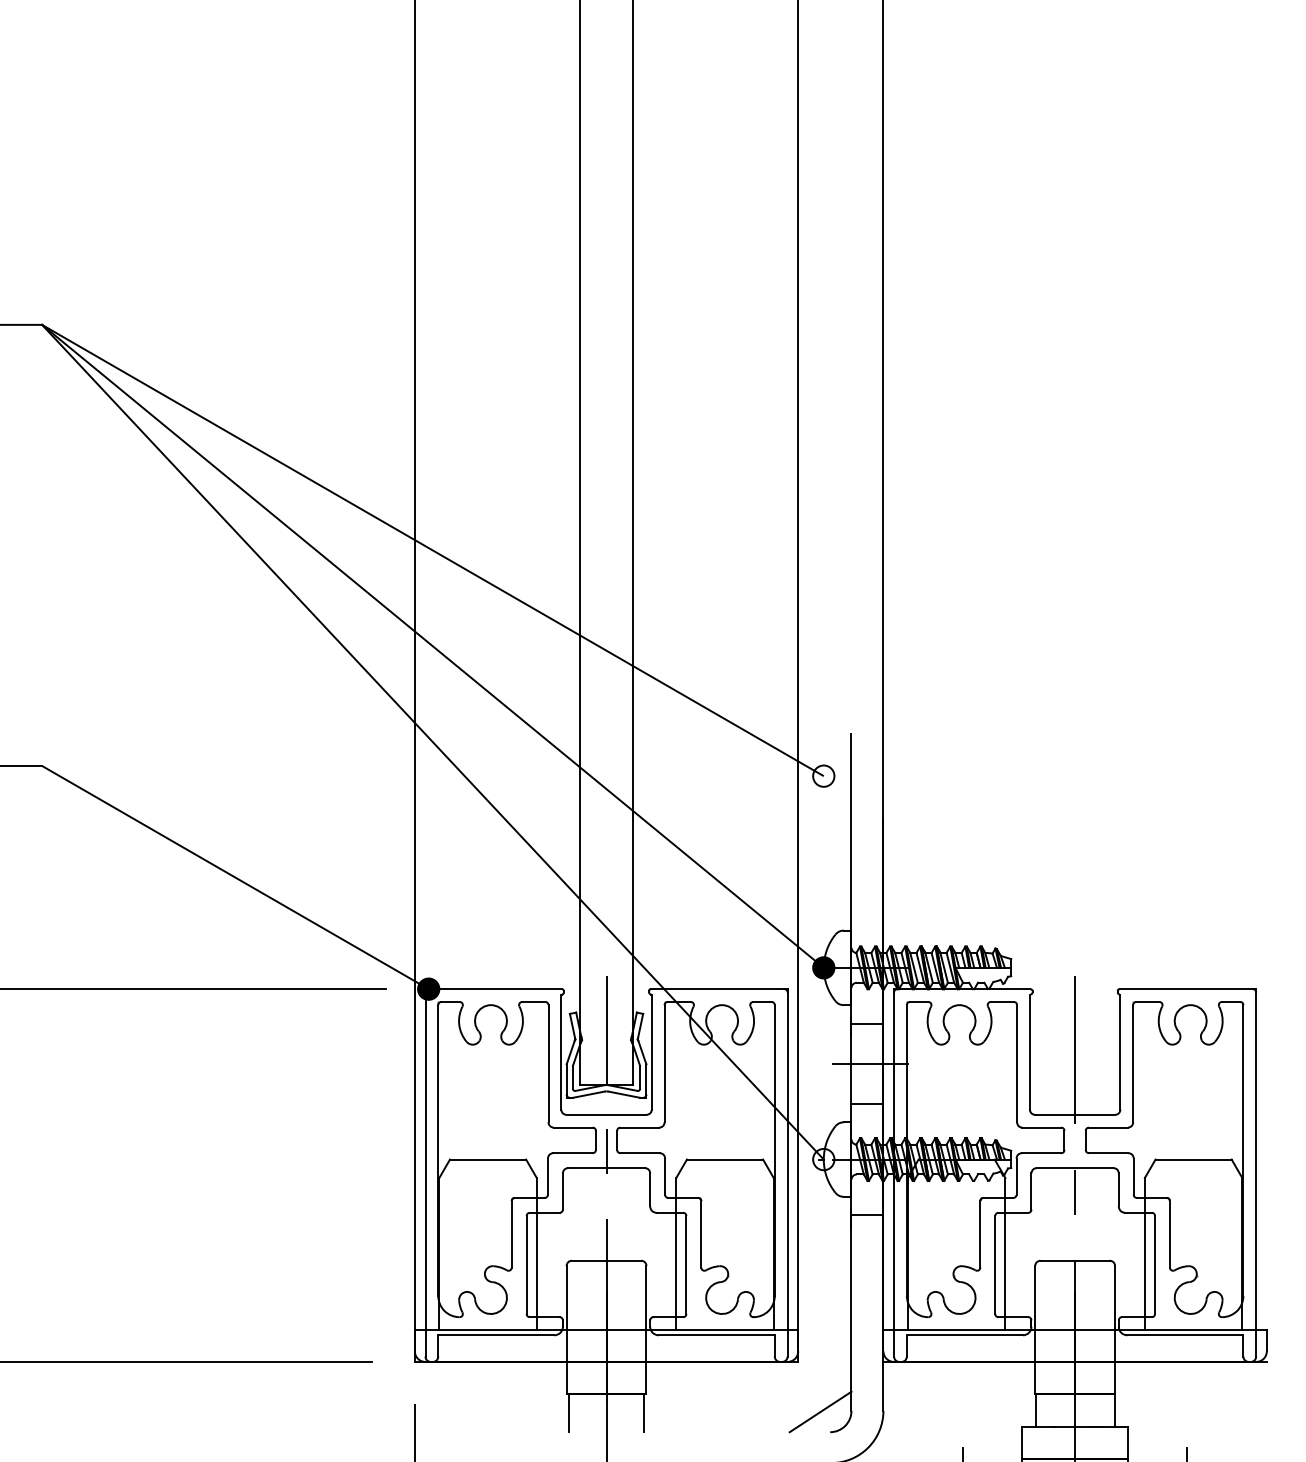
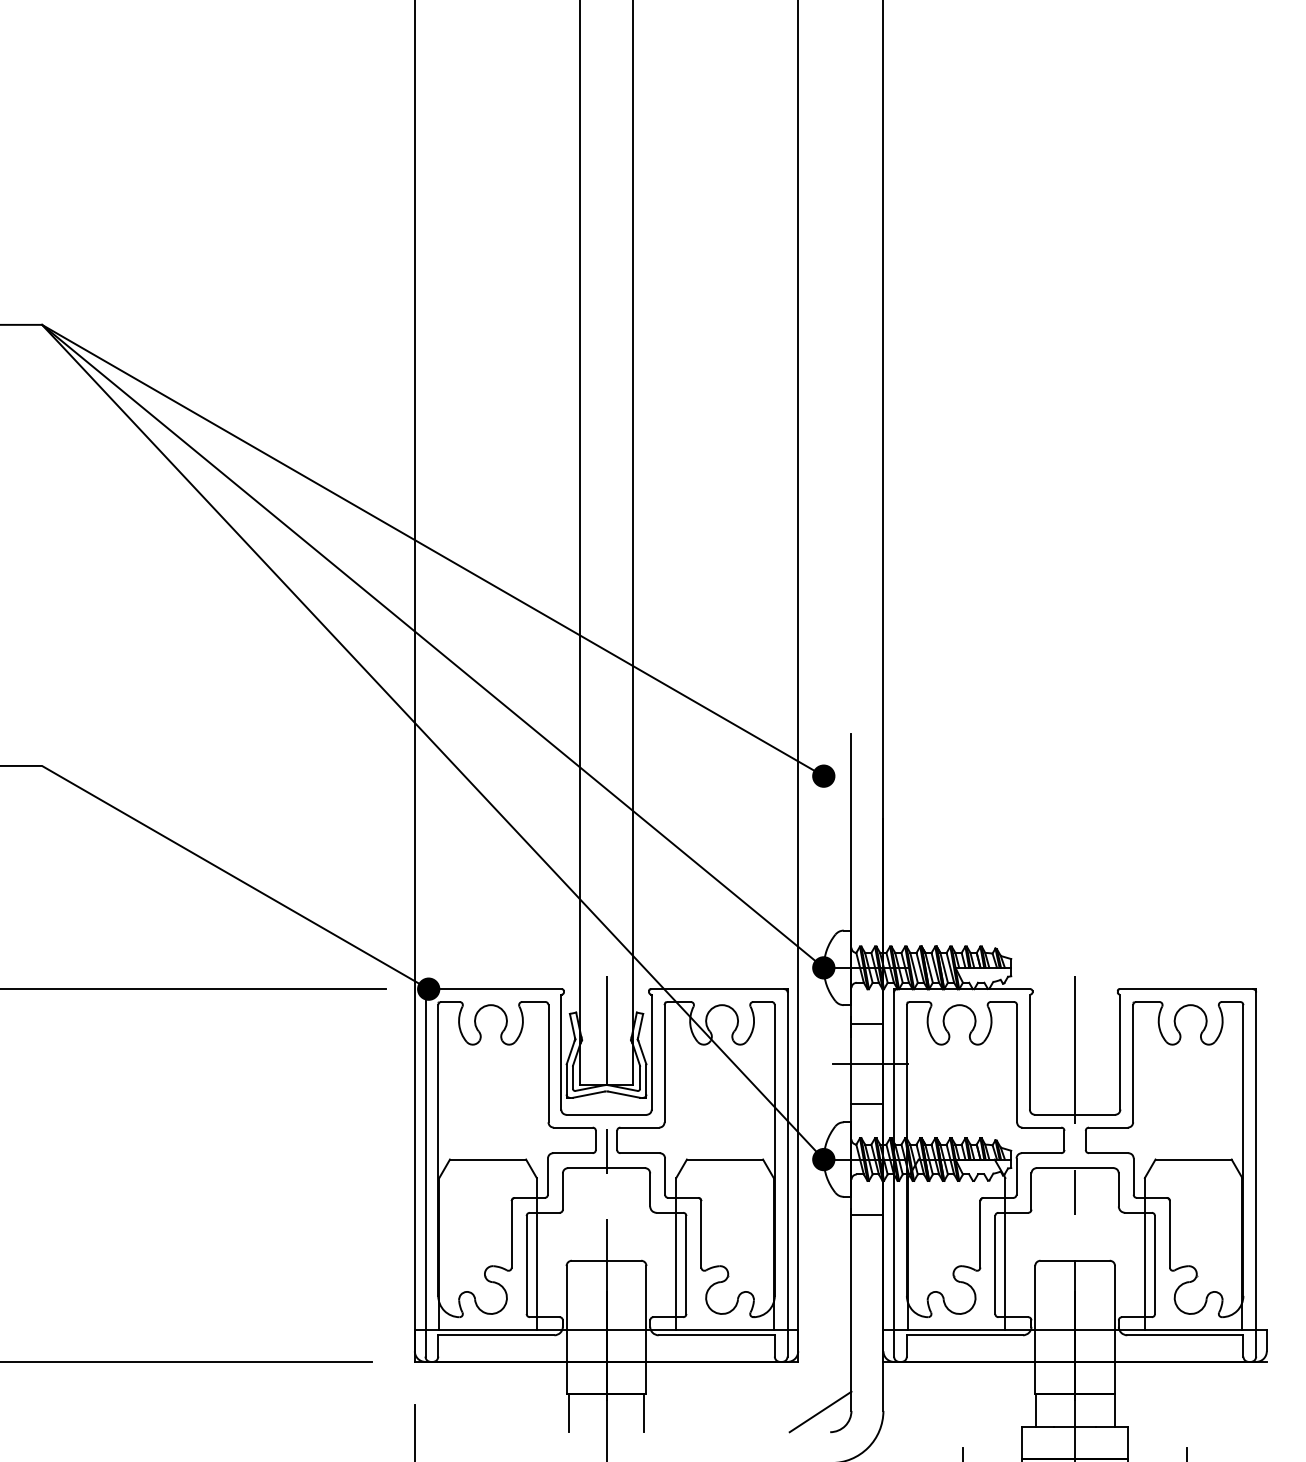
fill at (823, 775): none -> present
fill at (823, 1159): none -> present
